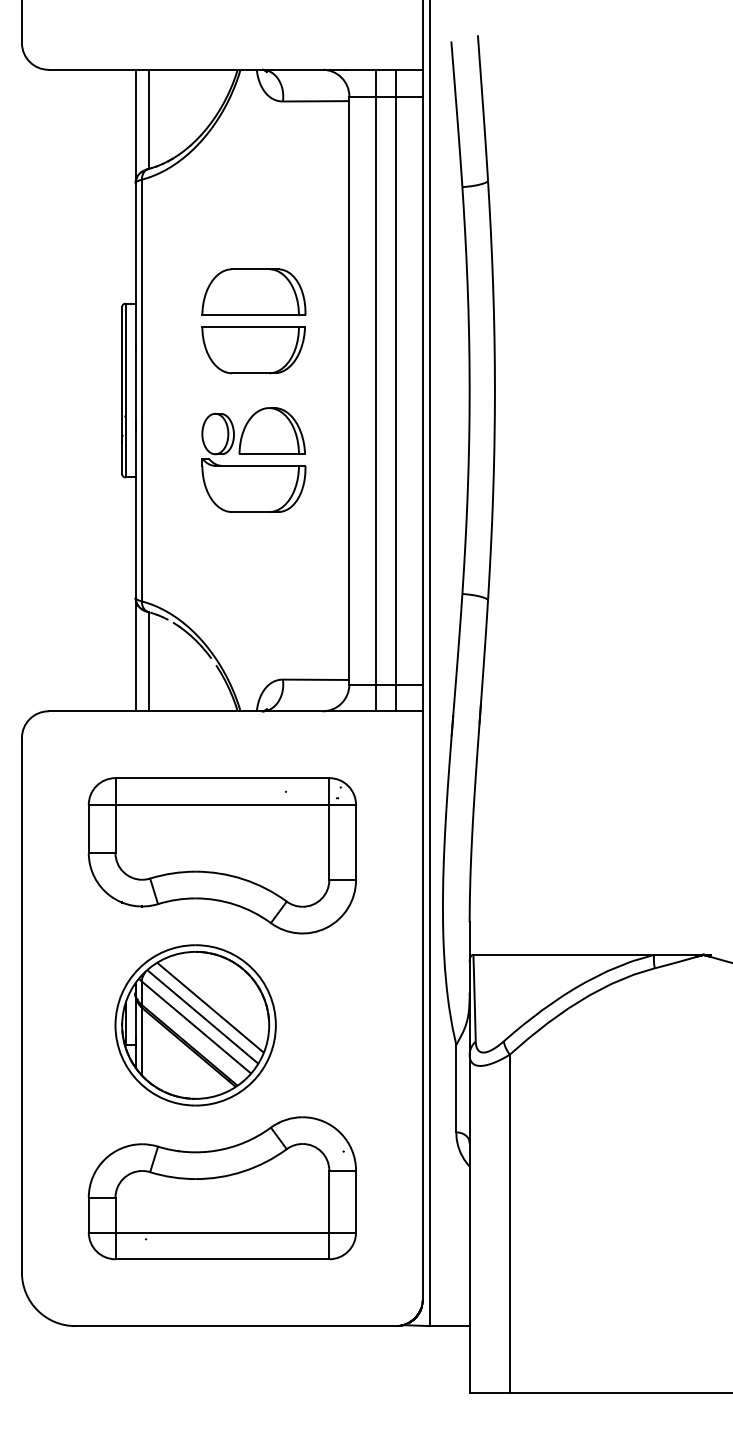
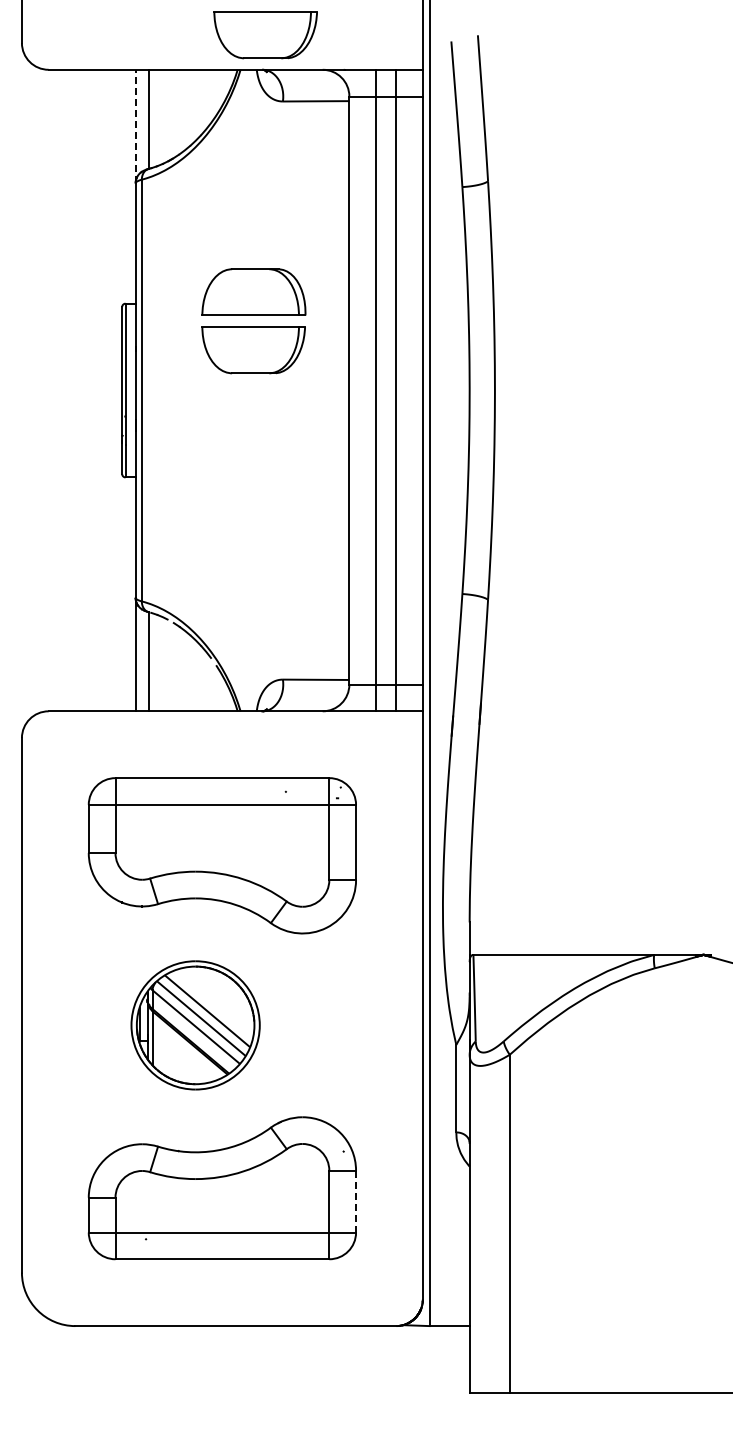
part at (265, 35): none -> present
line at (135, 126): solid -> dashed
part at (253, 459): present -> none
part at (195, 1025) size: 163x163 px -> 131x131 px
line at (356, 1201): solid -> dashed
